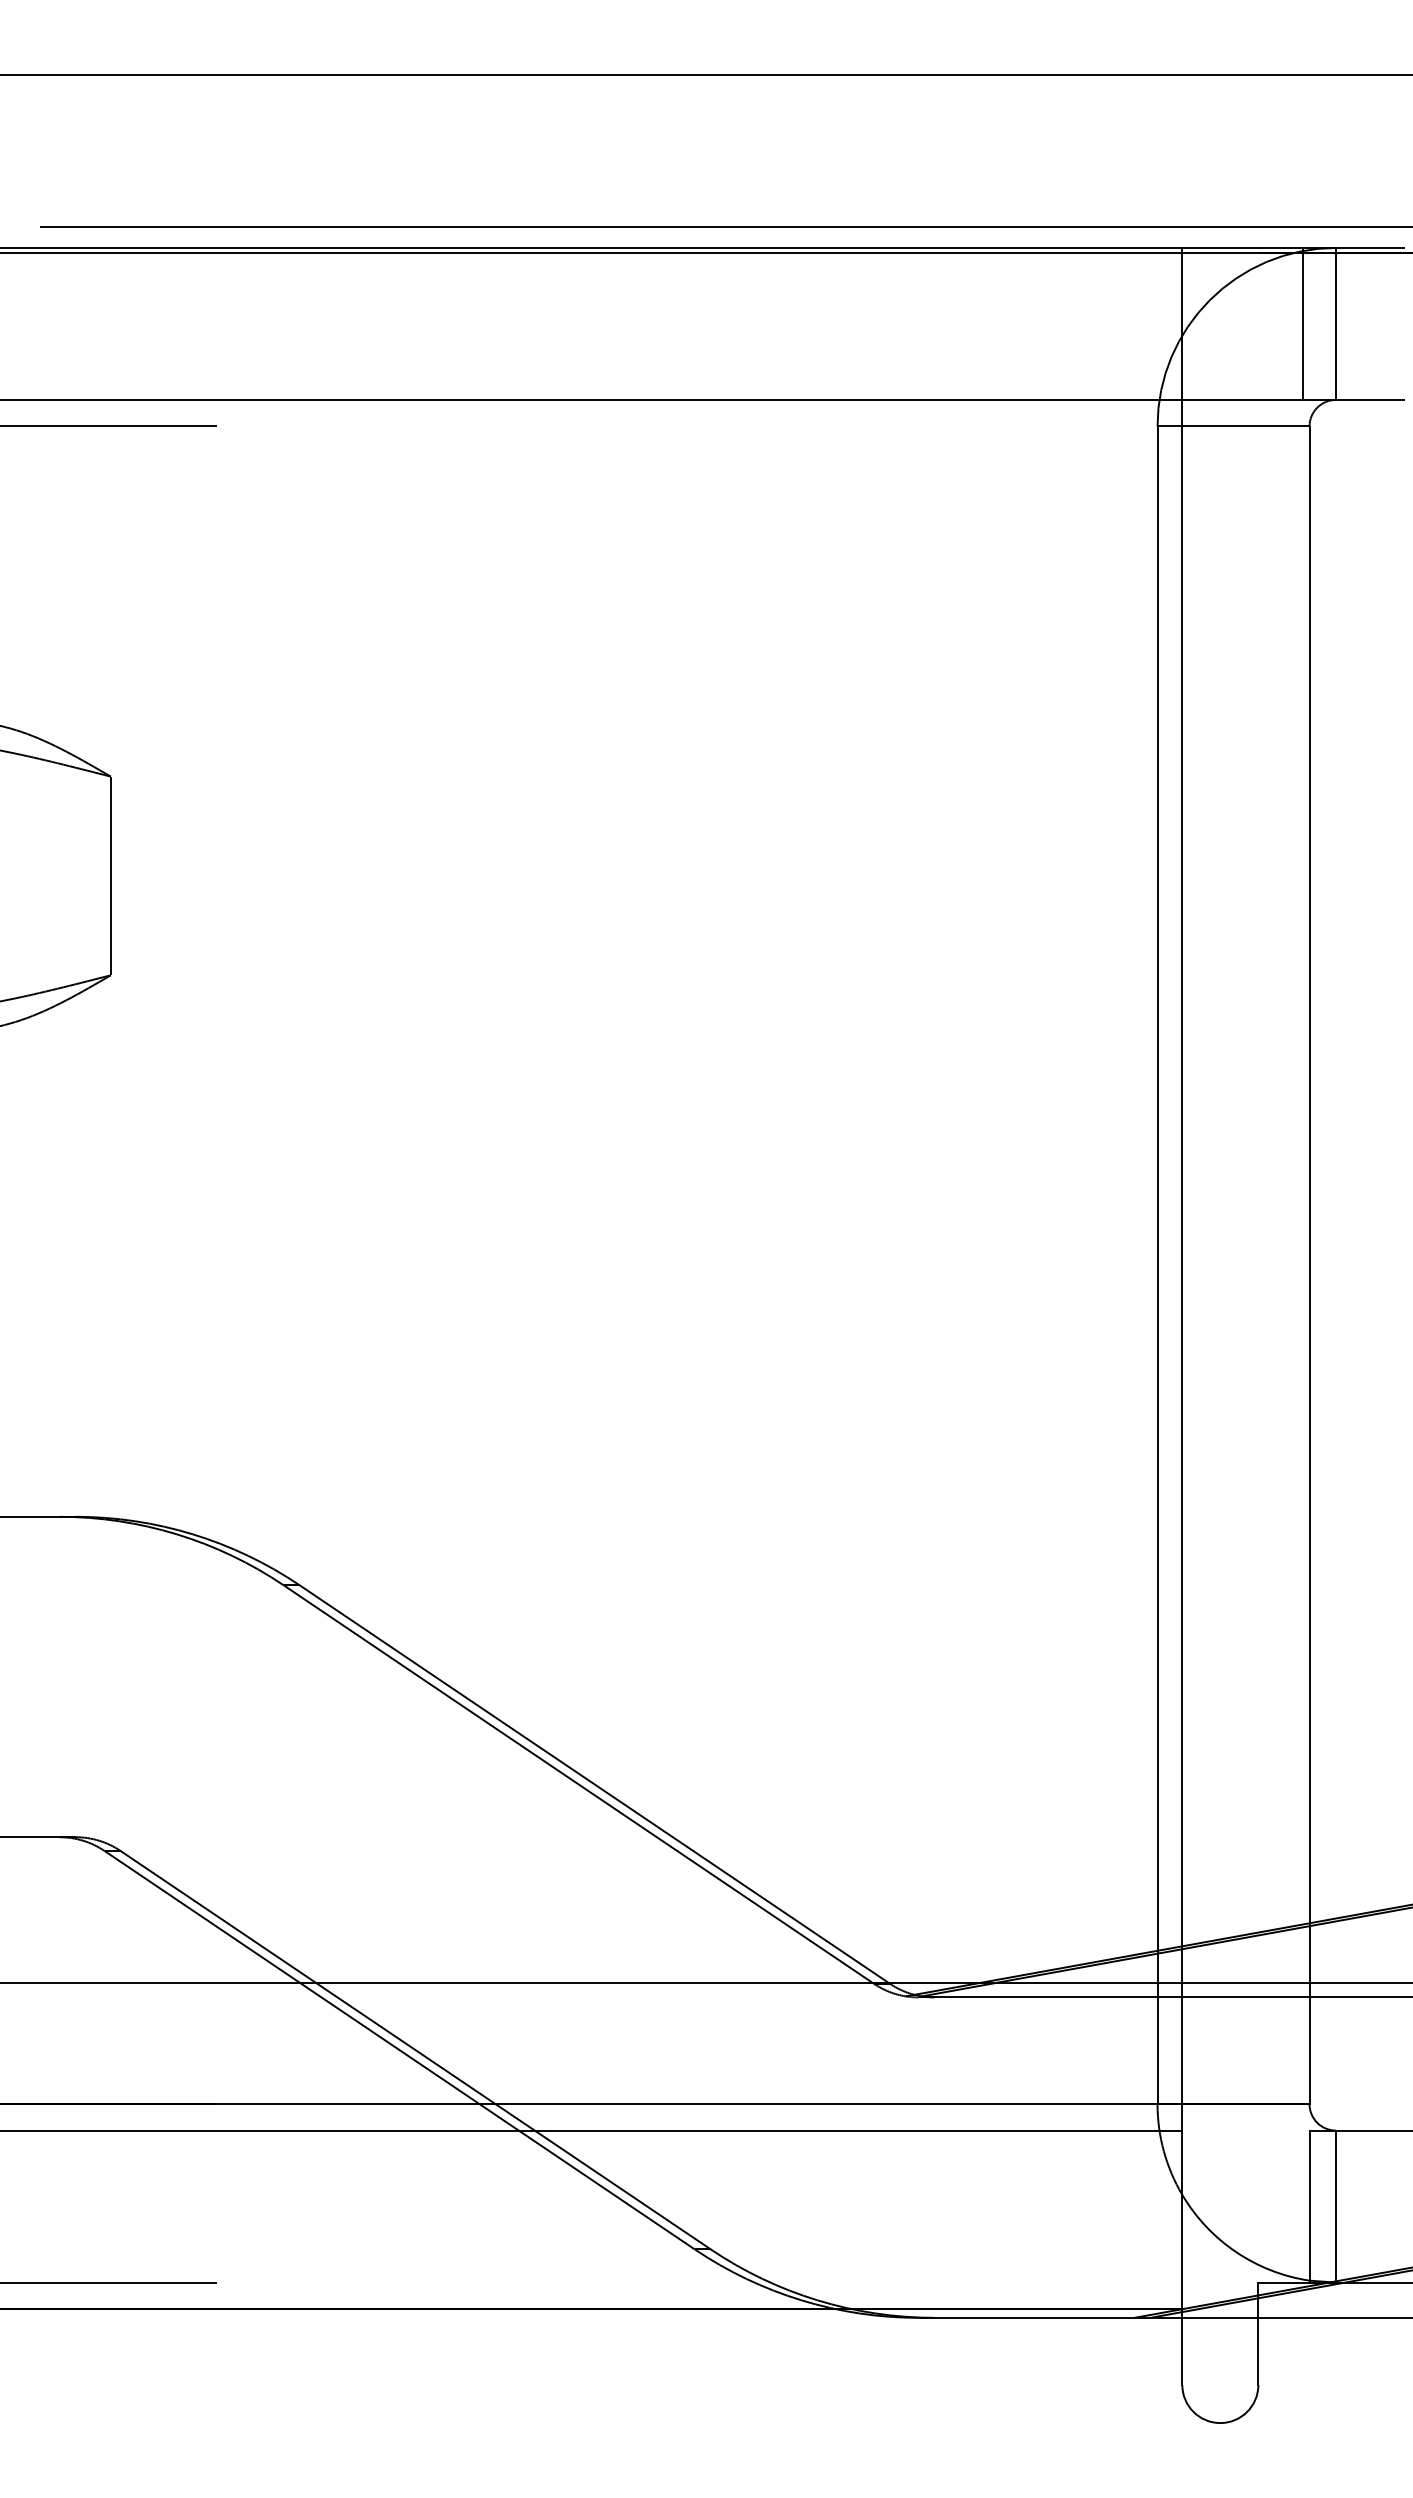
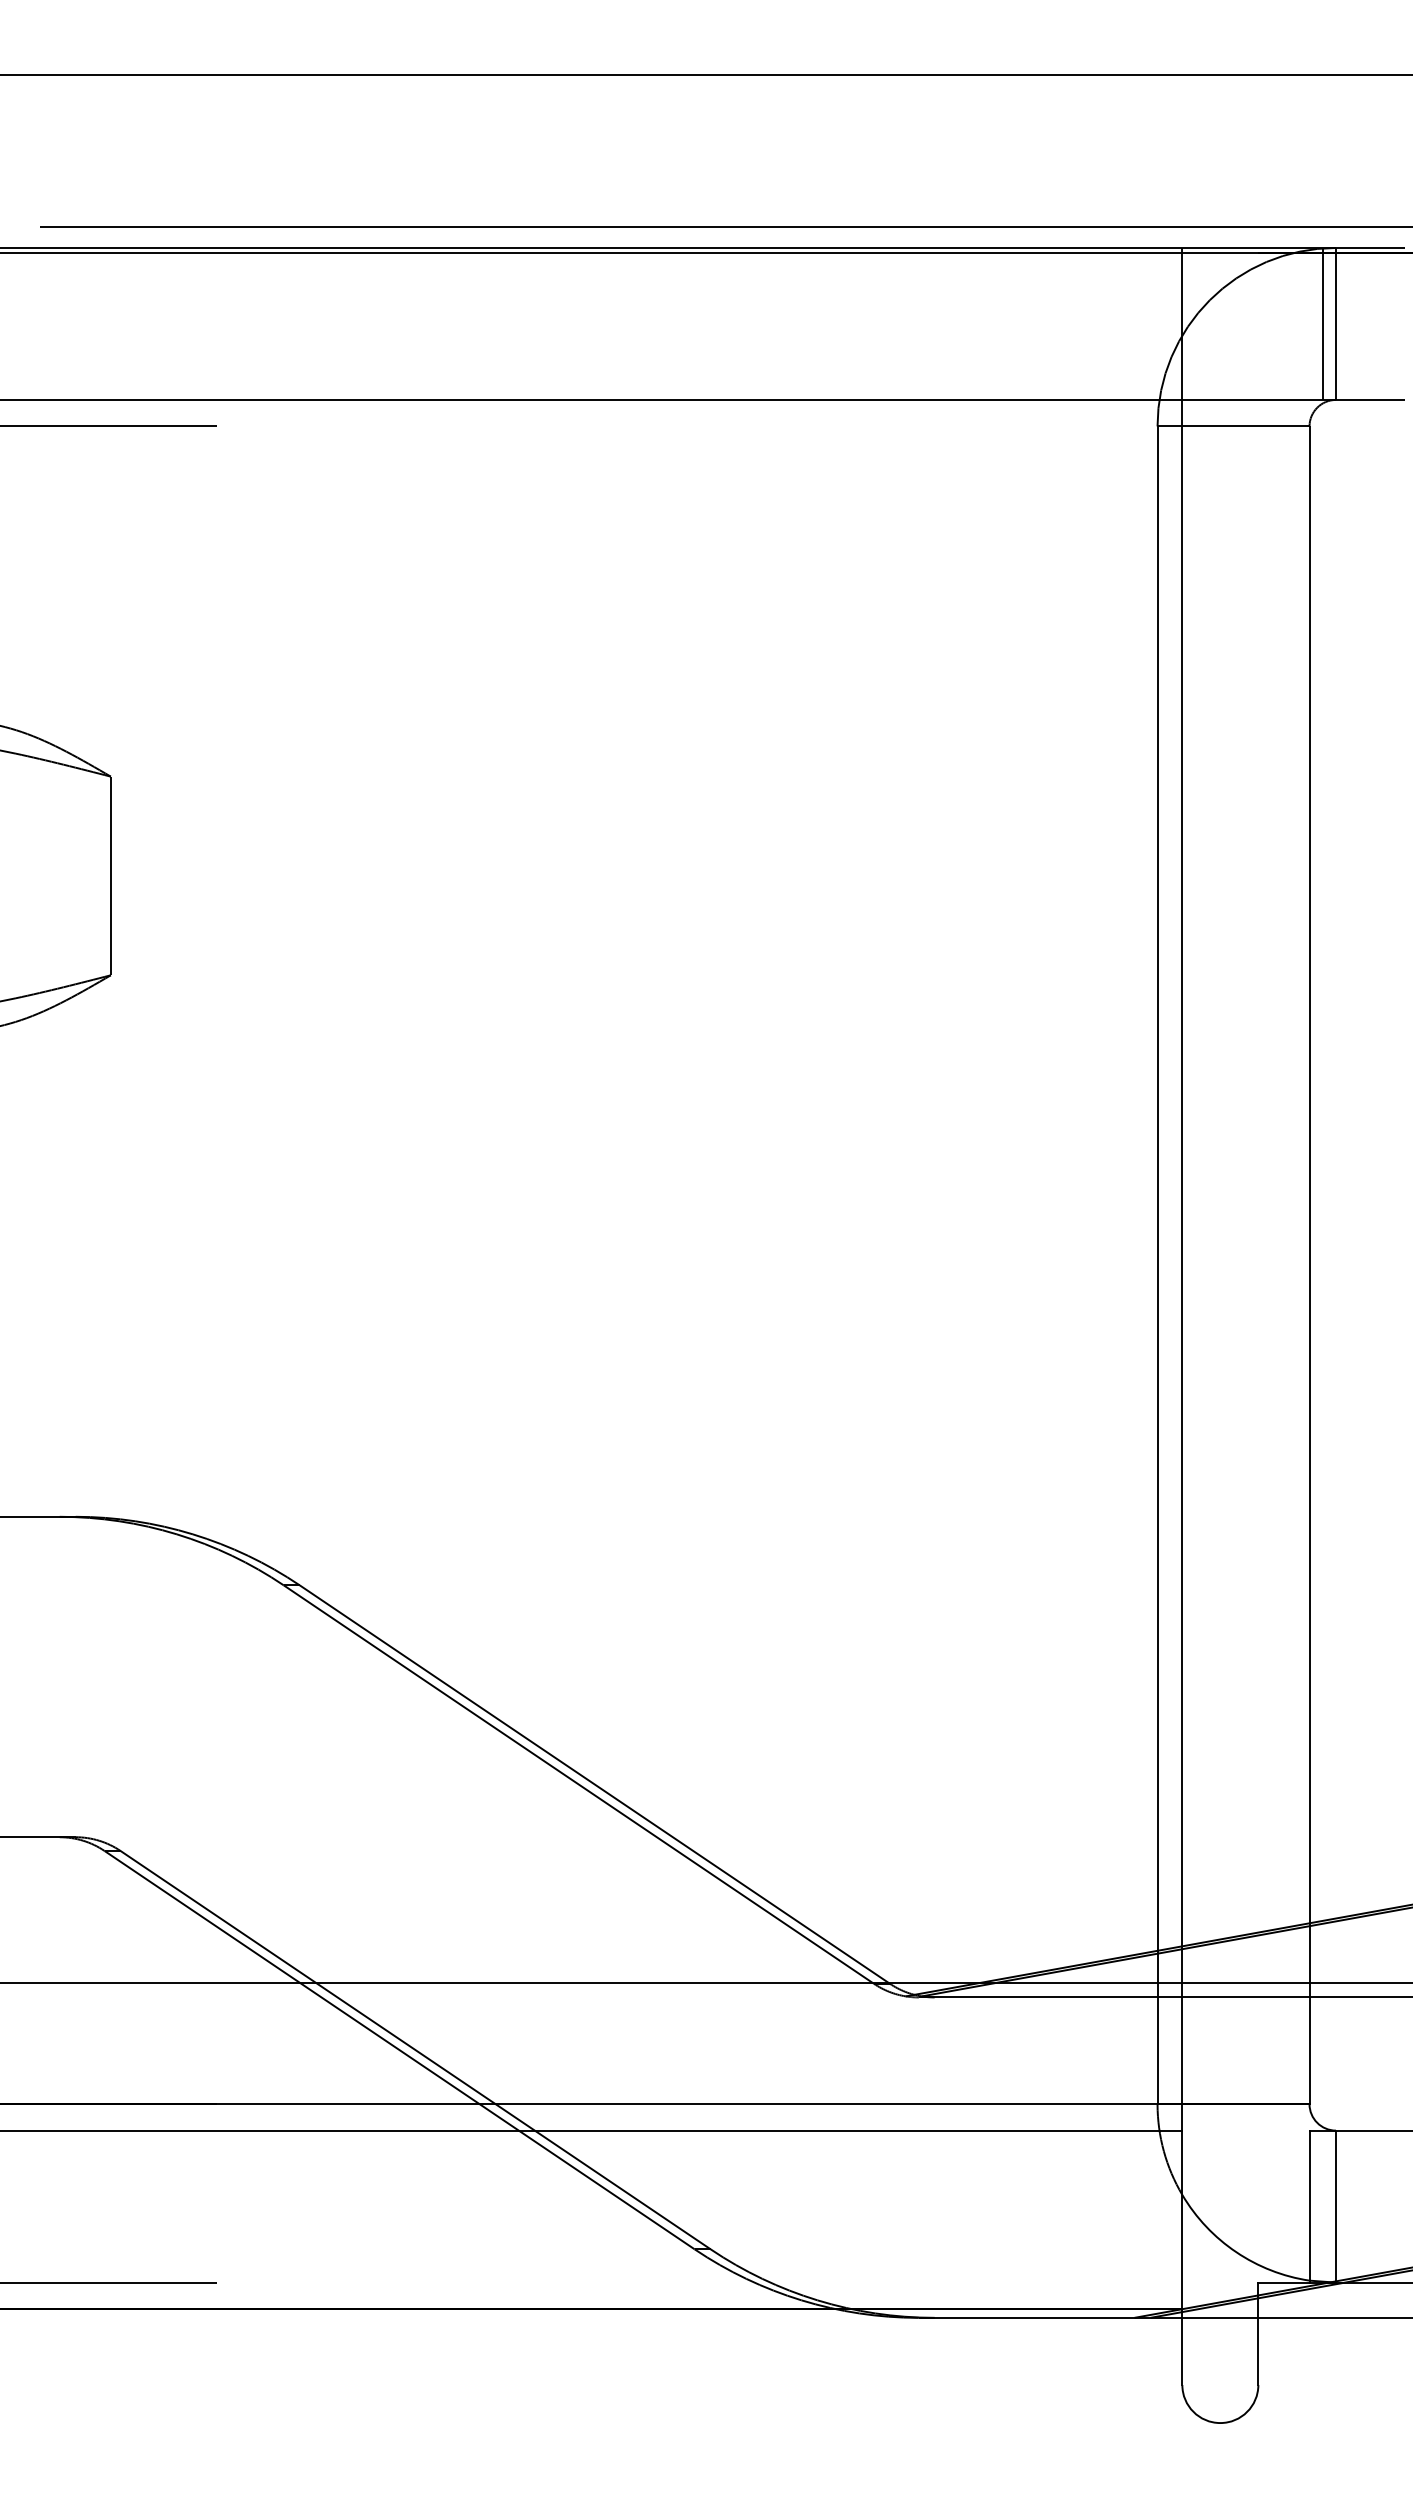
line at (1303, 323) position: (1303, 323) -> (1323, 323)
